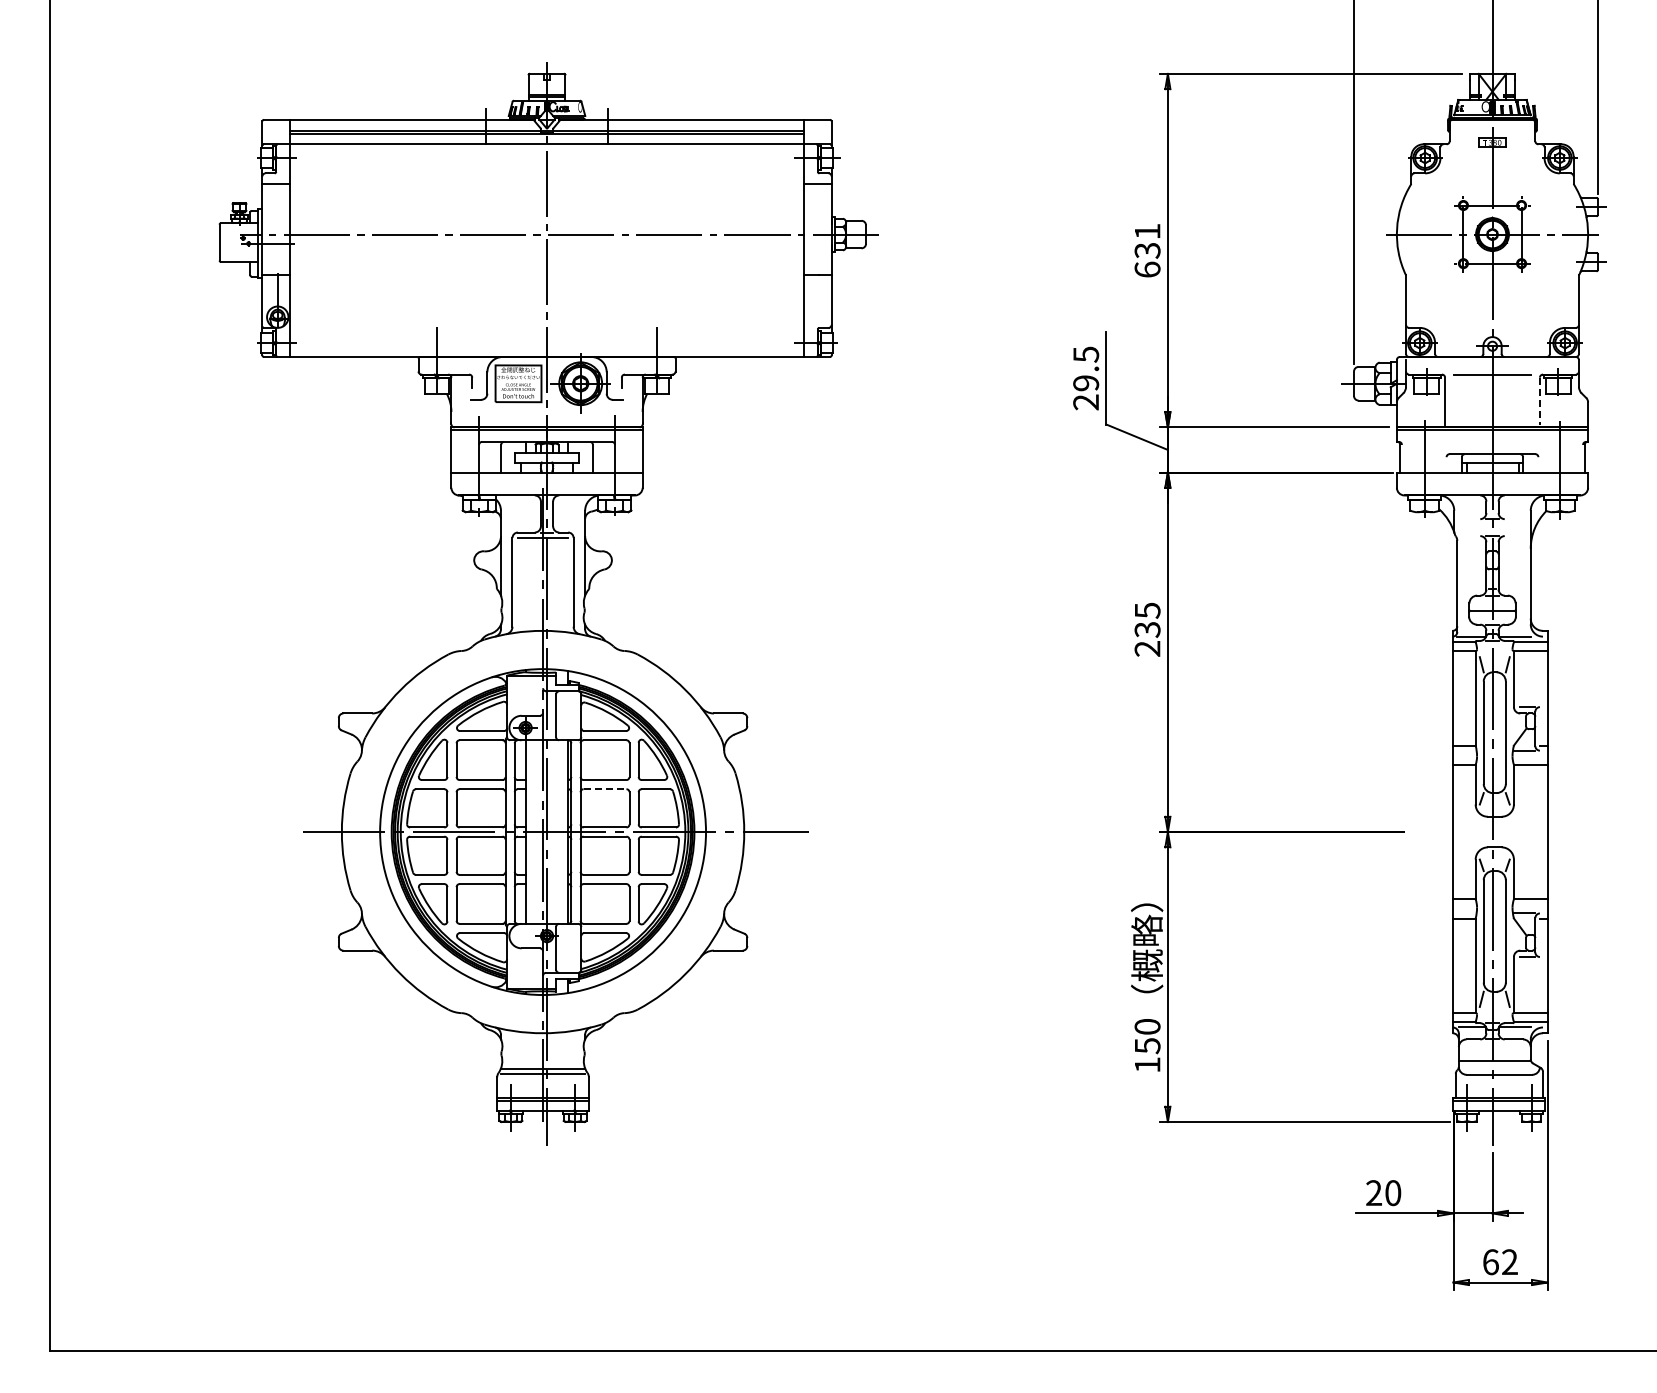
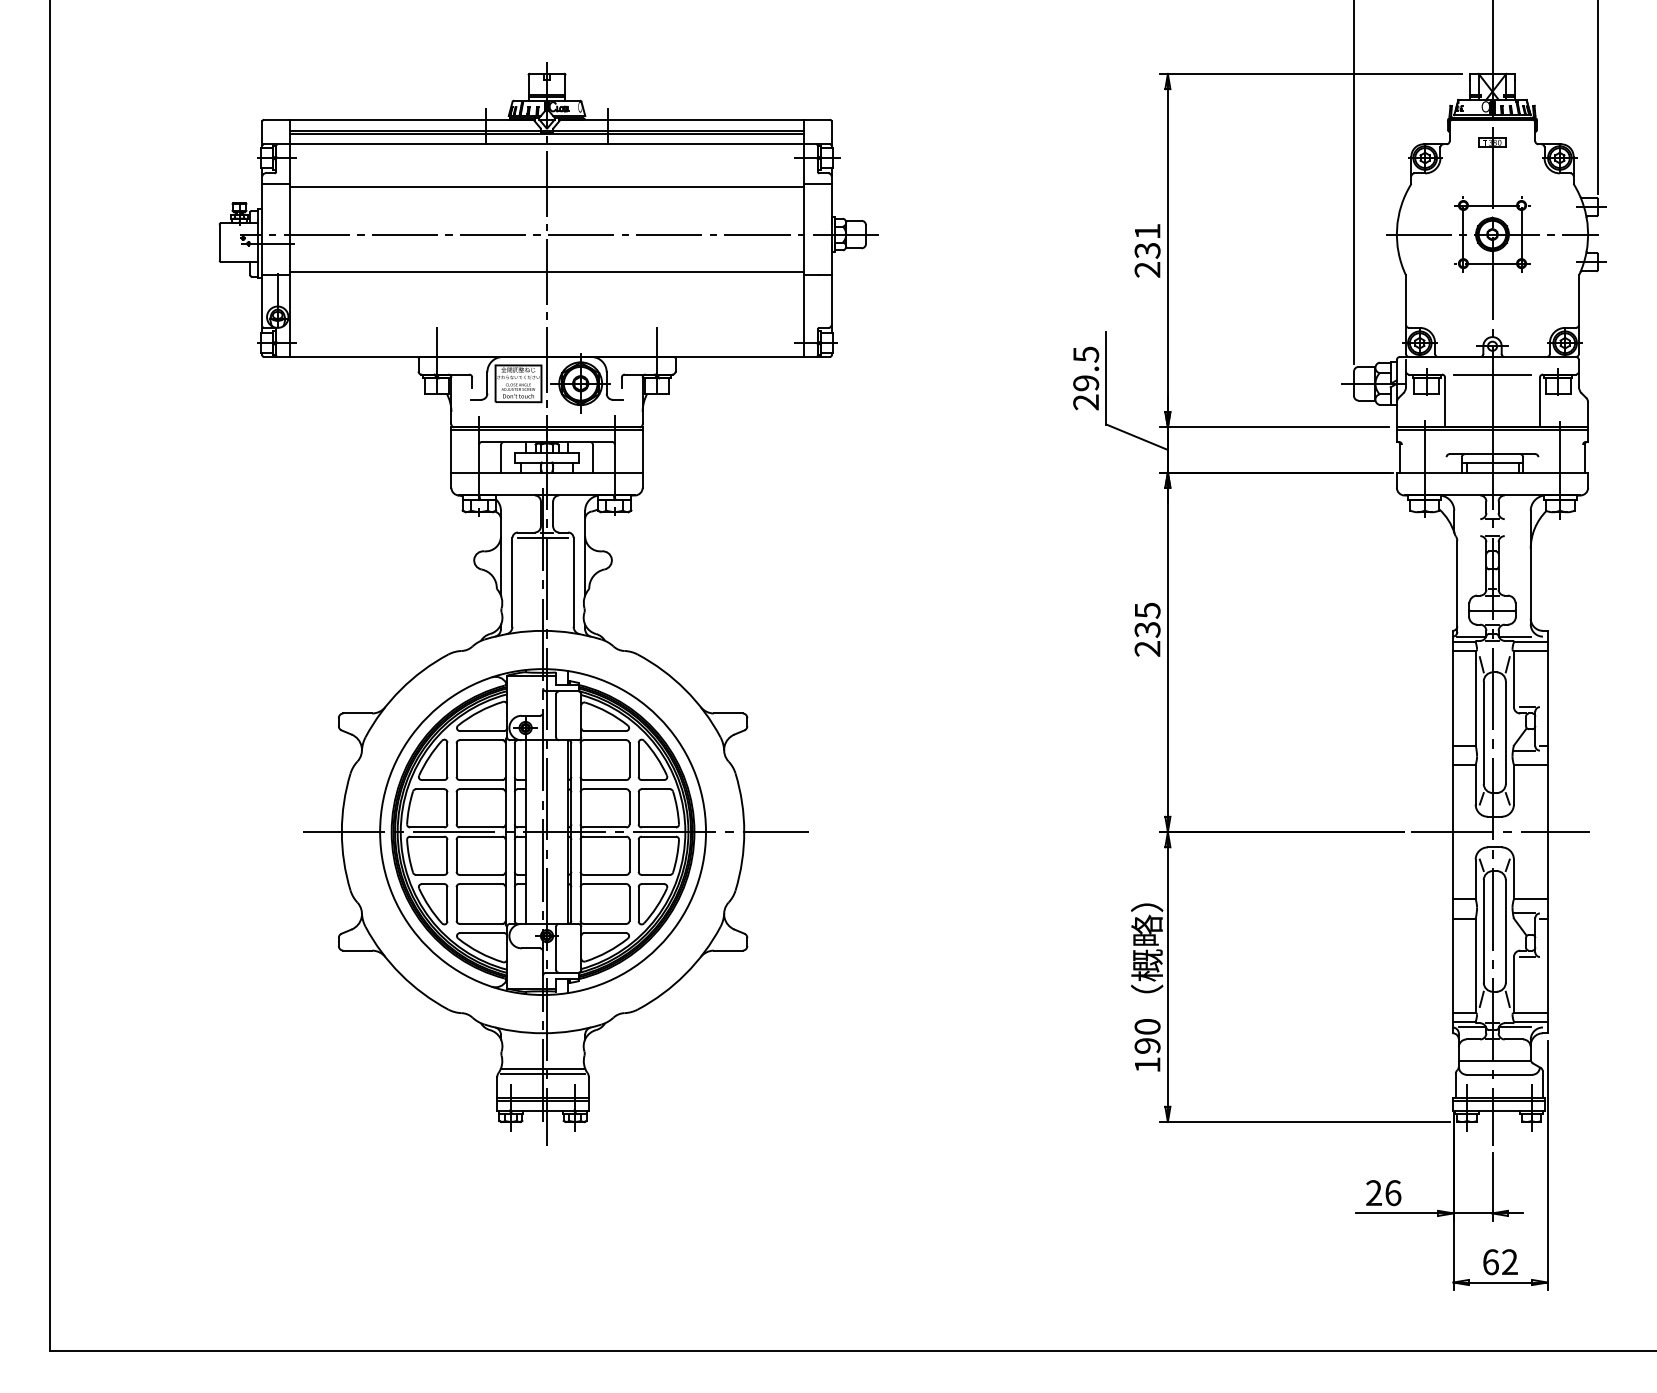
line at (546, 186): none -> present
text at (1147, 269): 631 -> 231
line at (546, 271): none -> present
line at (1539, 401): dashed -> solid
line at (605, 789): dashed -> solid
line at (1500, 832): none -> present
text at (1147, 1046): 150 -> 190
text at (1393, 1193): 20 -> 26
